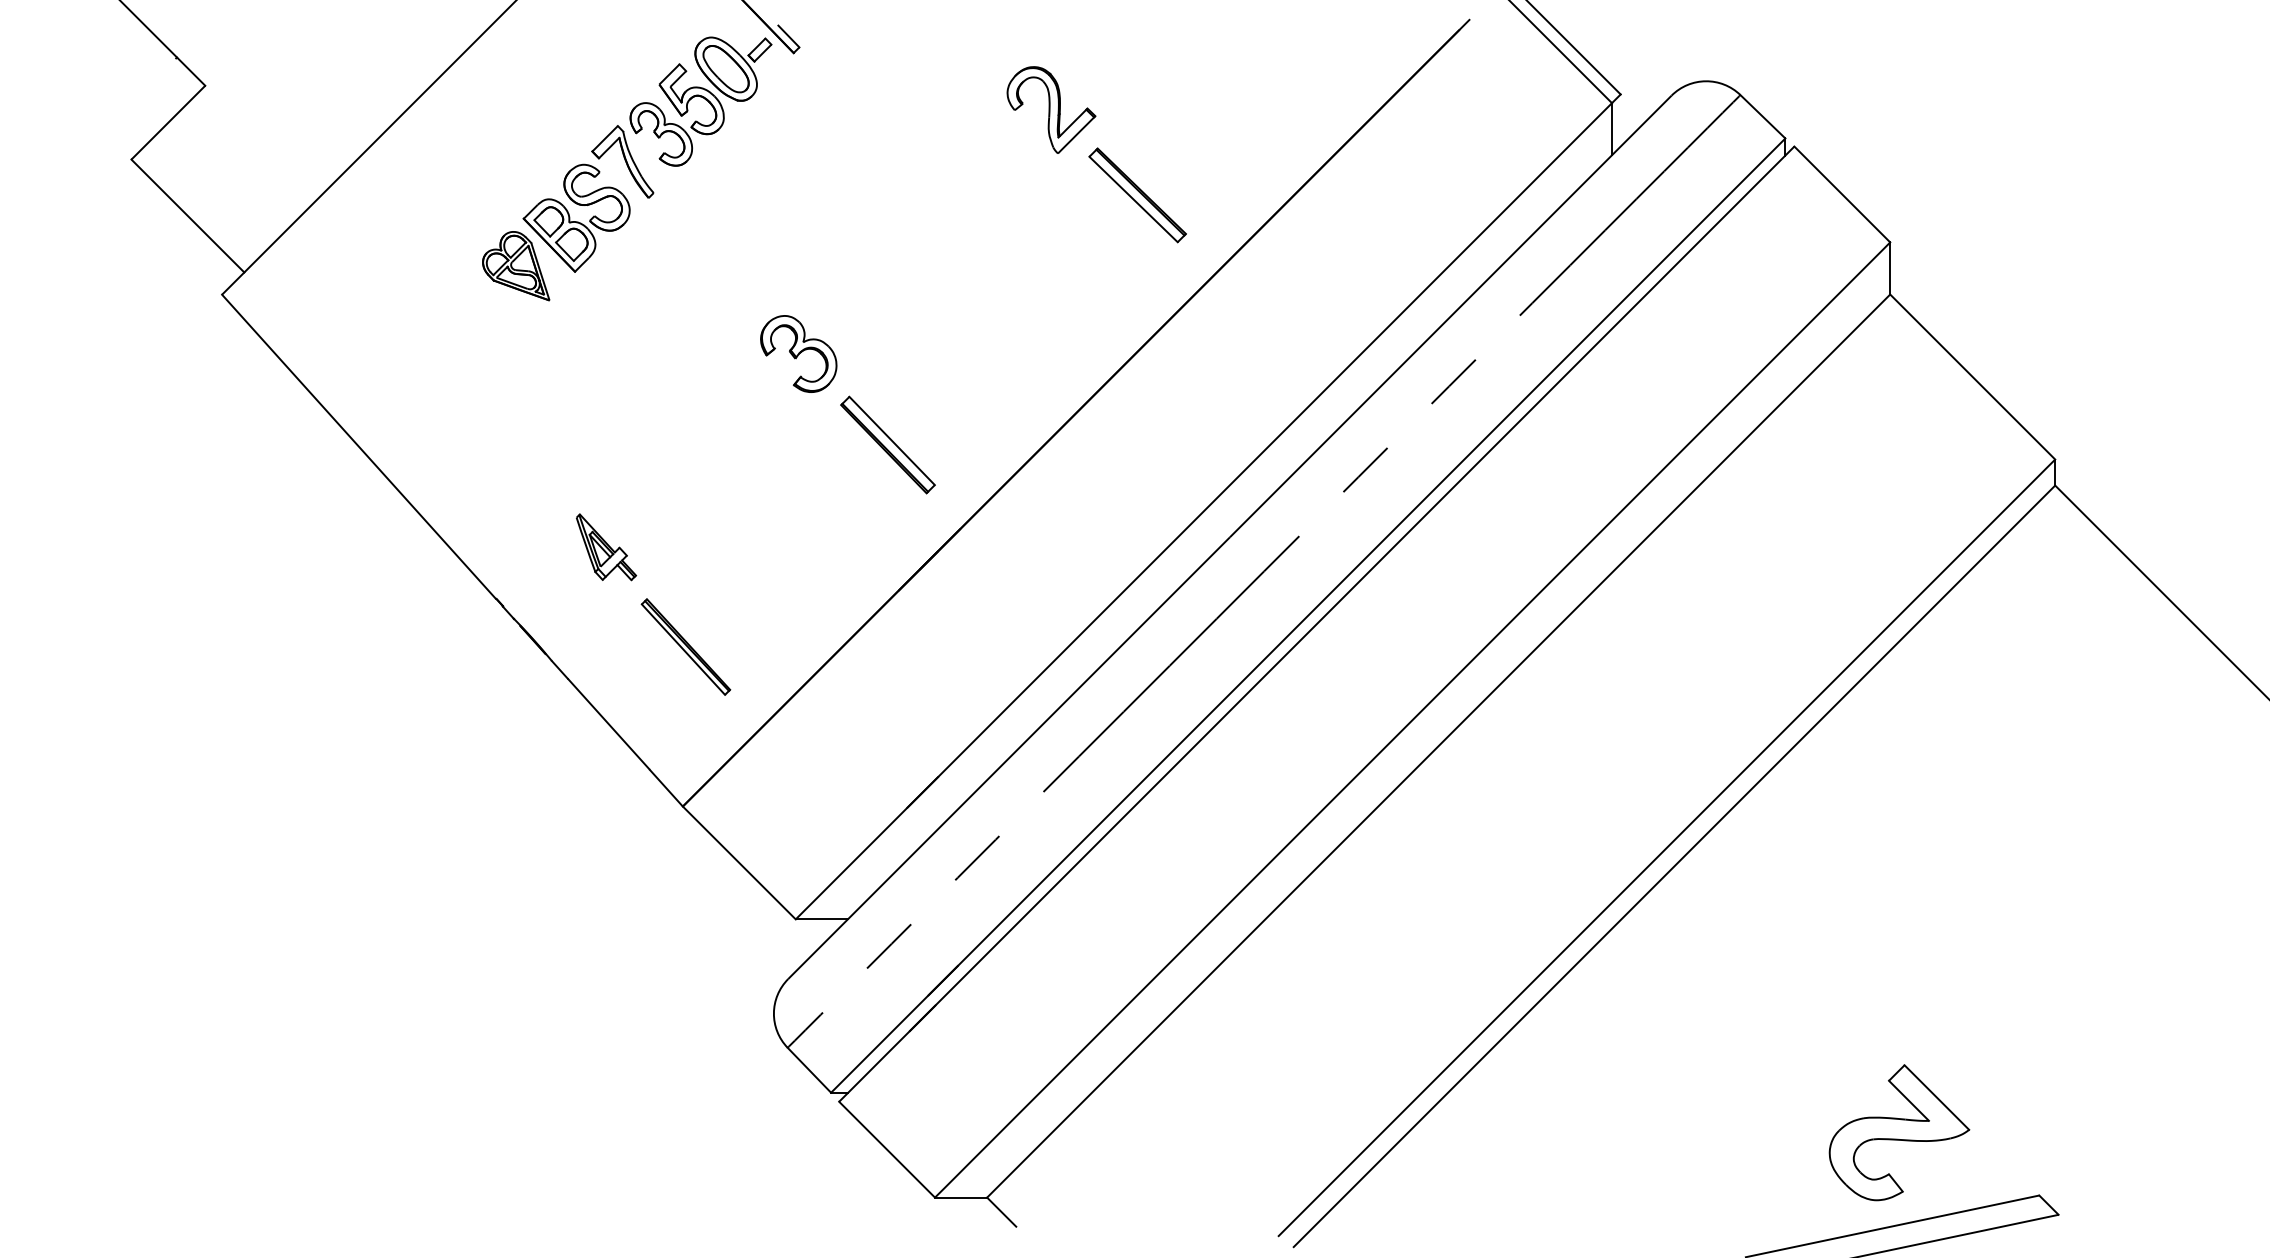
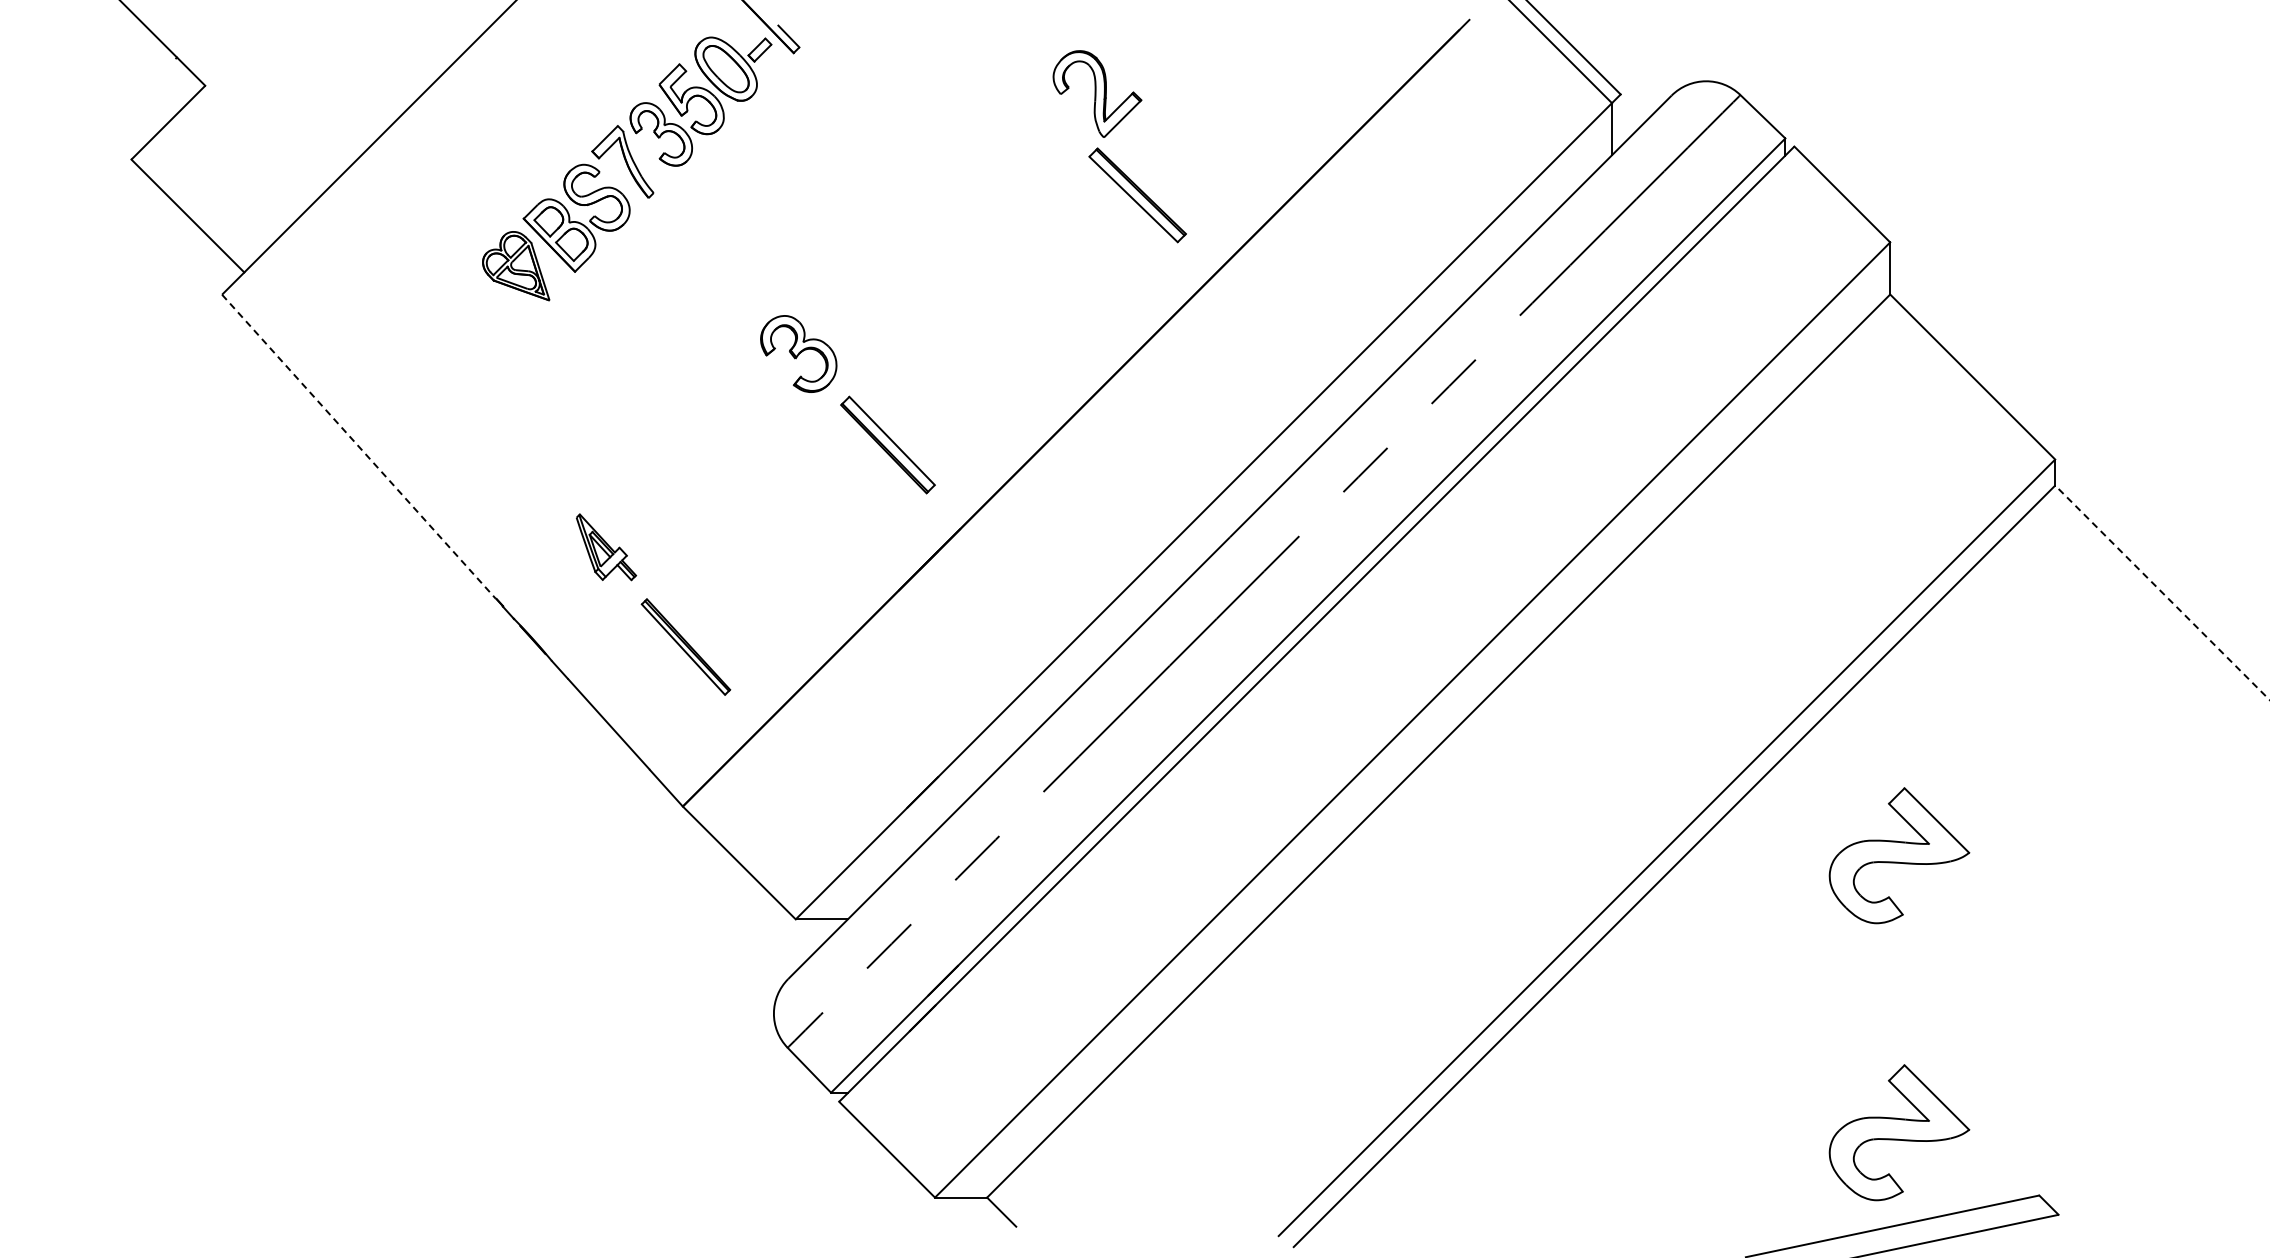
part at (1051, 109) position: (1051, 109) -> (1097, 93)
line at (359, 447): solid -> dashed
line at (2161, 592): solid -> dashed
part at (1899, 855): none -> present
